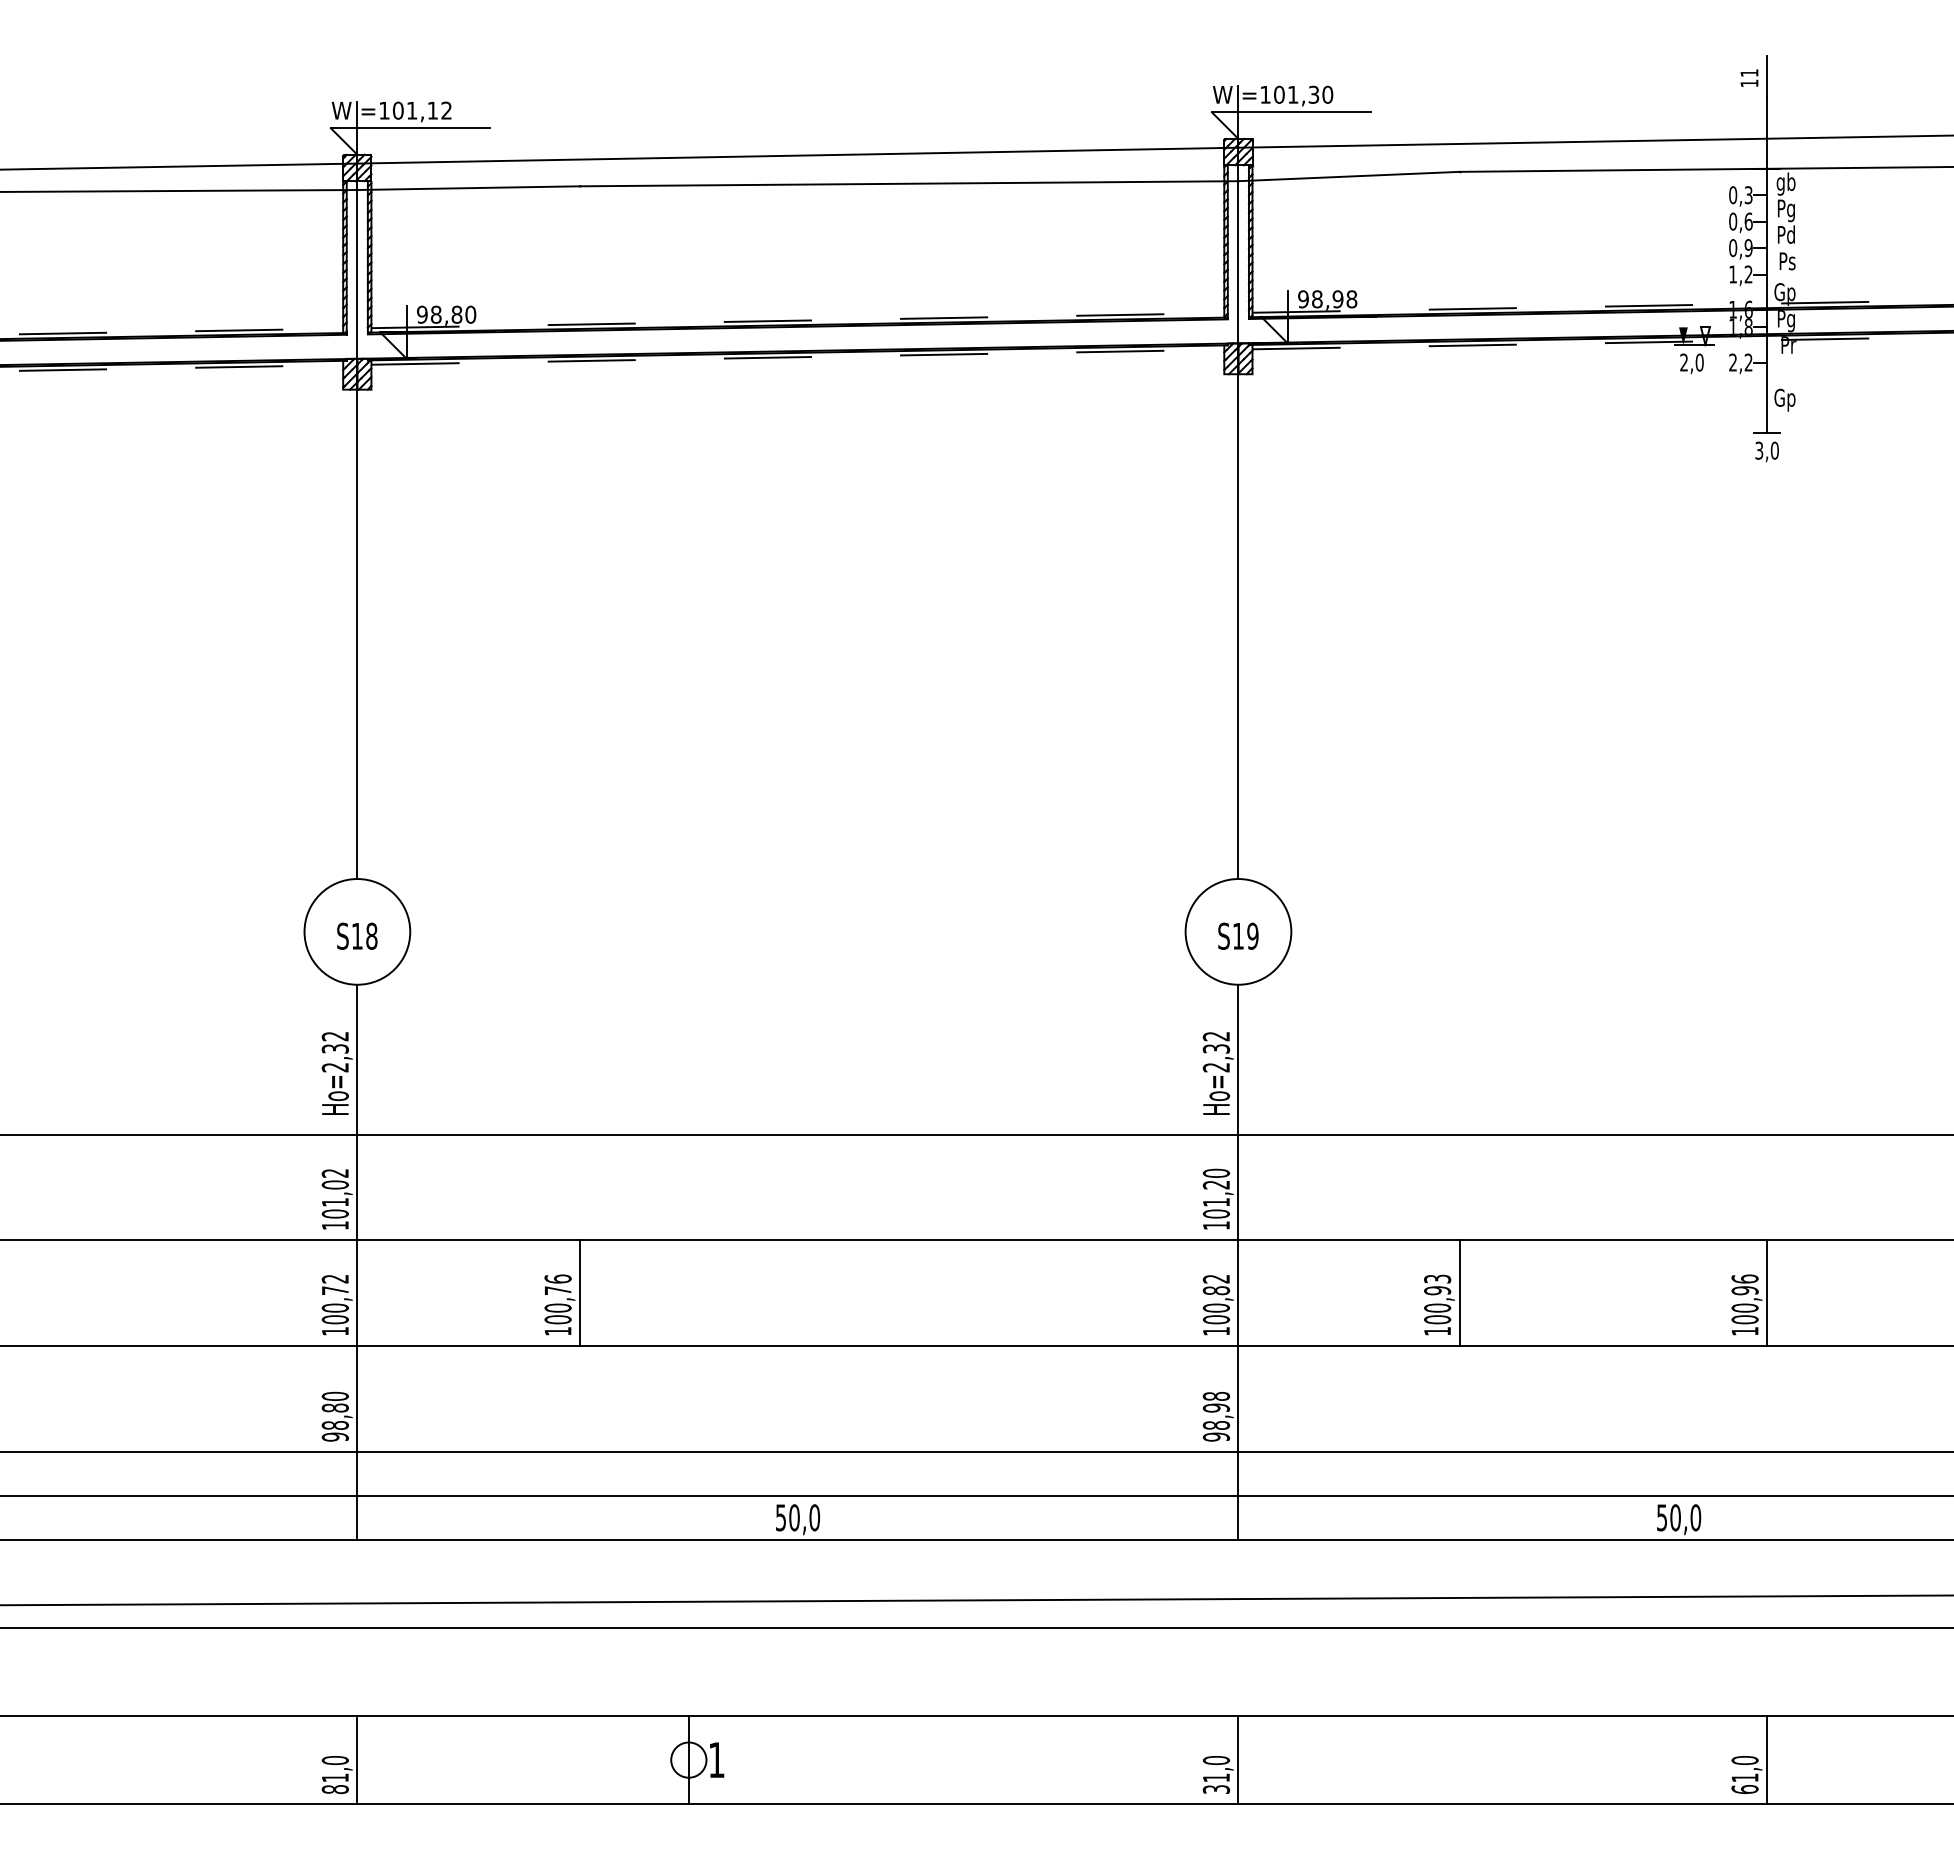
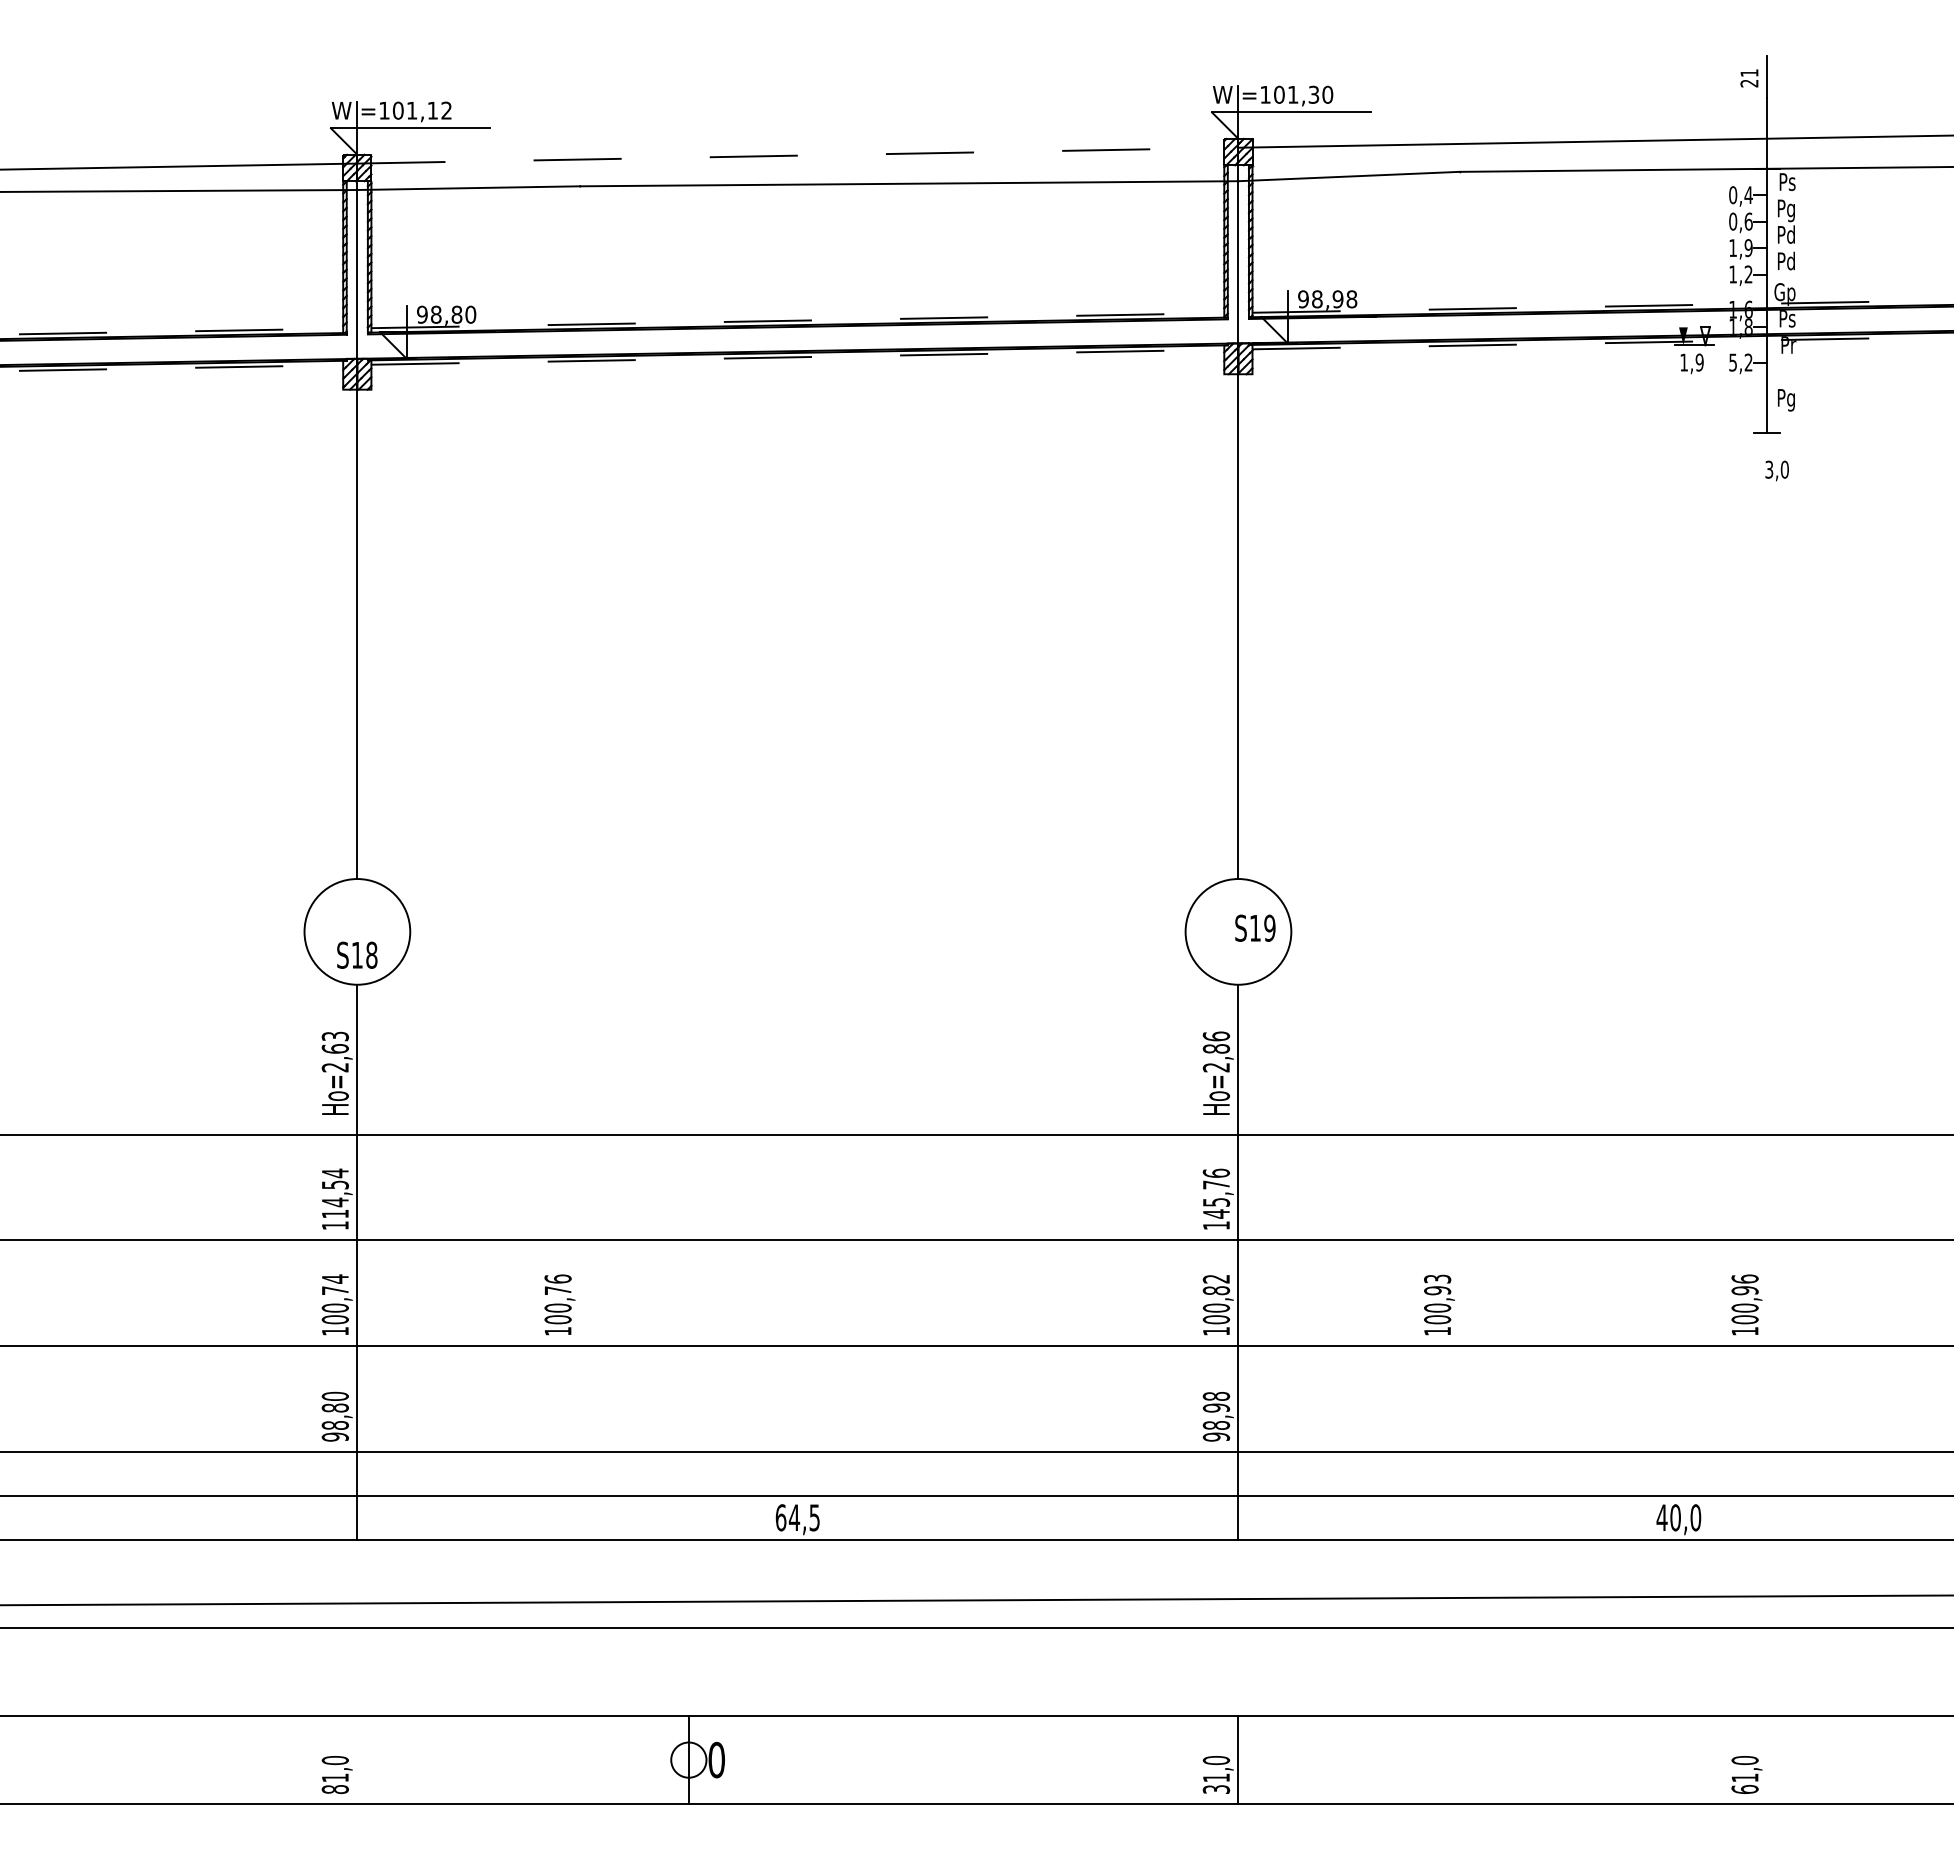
text at (1749, 83): 11 -> 21
line at (797, 155): solid -> dashed
text at (1785, 183): gb -> Ps
text at (1748, 195): 0,3 -> 0,4
text at (1733, 248): 0,9 -> 1,9
text at (1786, 260): Ps -> Pd
text at (1786, 321): Pg -> Ps
text at (1691, 362): 2,0 -> 1,9
text at (1732, 362): 2,2 -> 5,2
text at (1784, 399): Gp -> Pg
text at (1766, 451) position: (1766, 451) -> (1776, 470)
text at (357, 935) position: (357, 935) -> (357, 954)
text at (1238, 935) position: (1238, 935) -> (1255, 927)
text at (334, 1042): Ho=2,32 -> Ho=2,63
text at (1216, 1042): Ho=2,32 -> Ho=2,86
text at (334, 1193): 101,02 -> 114,54
text at (1216, 1193): 101,20 -> 145,76
text at (334, 1278): 100,72 -> 100,74
line at (580, 1293): present -> none
line at (1459, 1293): present -> none
line at (1767, 1293): present -> none
text at (797, 1517): 50,0 -> 64,5
text at (1661, 1517): 50,0 -> 40,0
text at (716, 1759): 1 -> 0
line at (357, 1760): present -> none
line at (1767, 1760): present -> none
